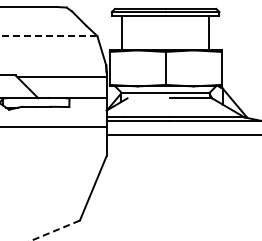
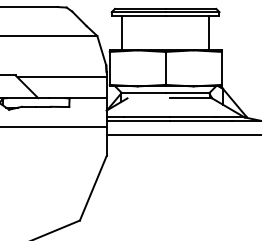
line at (48, 36): dashed -> solid
line at (55, 230): dashed -> solid
